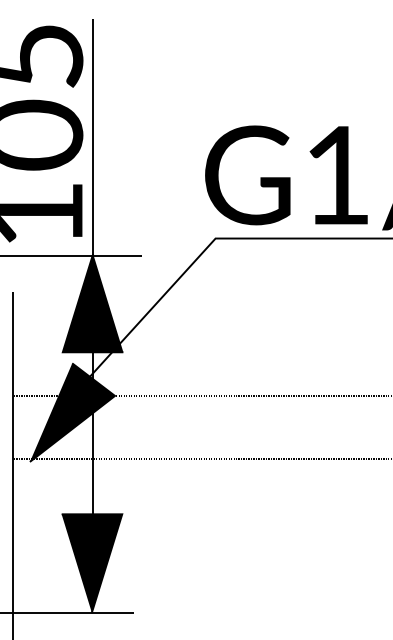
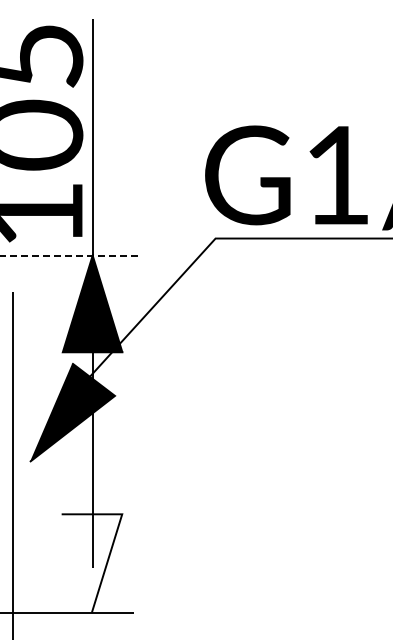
line at (71, 255): solid -> dashed
line at (201, 396): present -> none
line at (201, 458): present -> none
fill at (91, 563): present -> none
